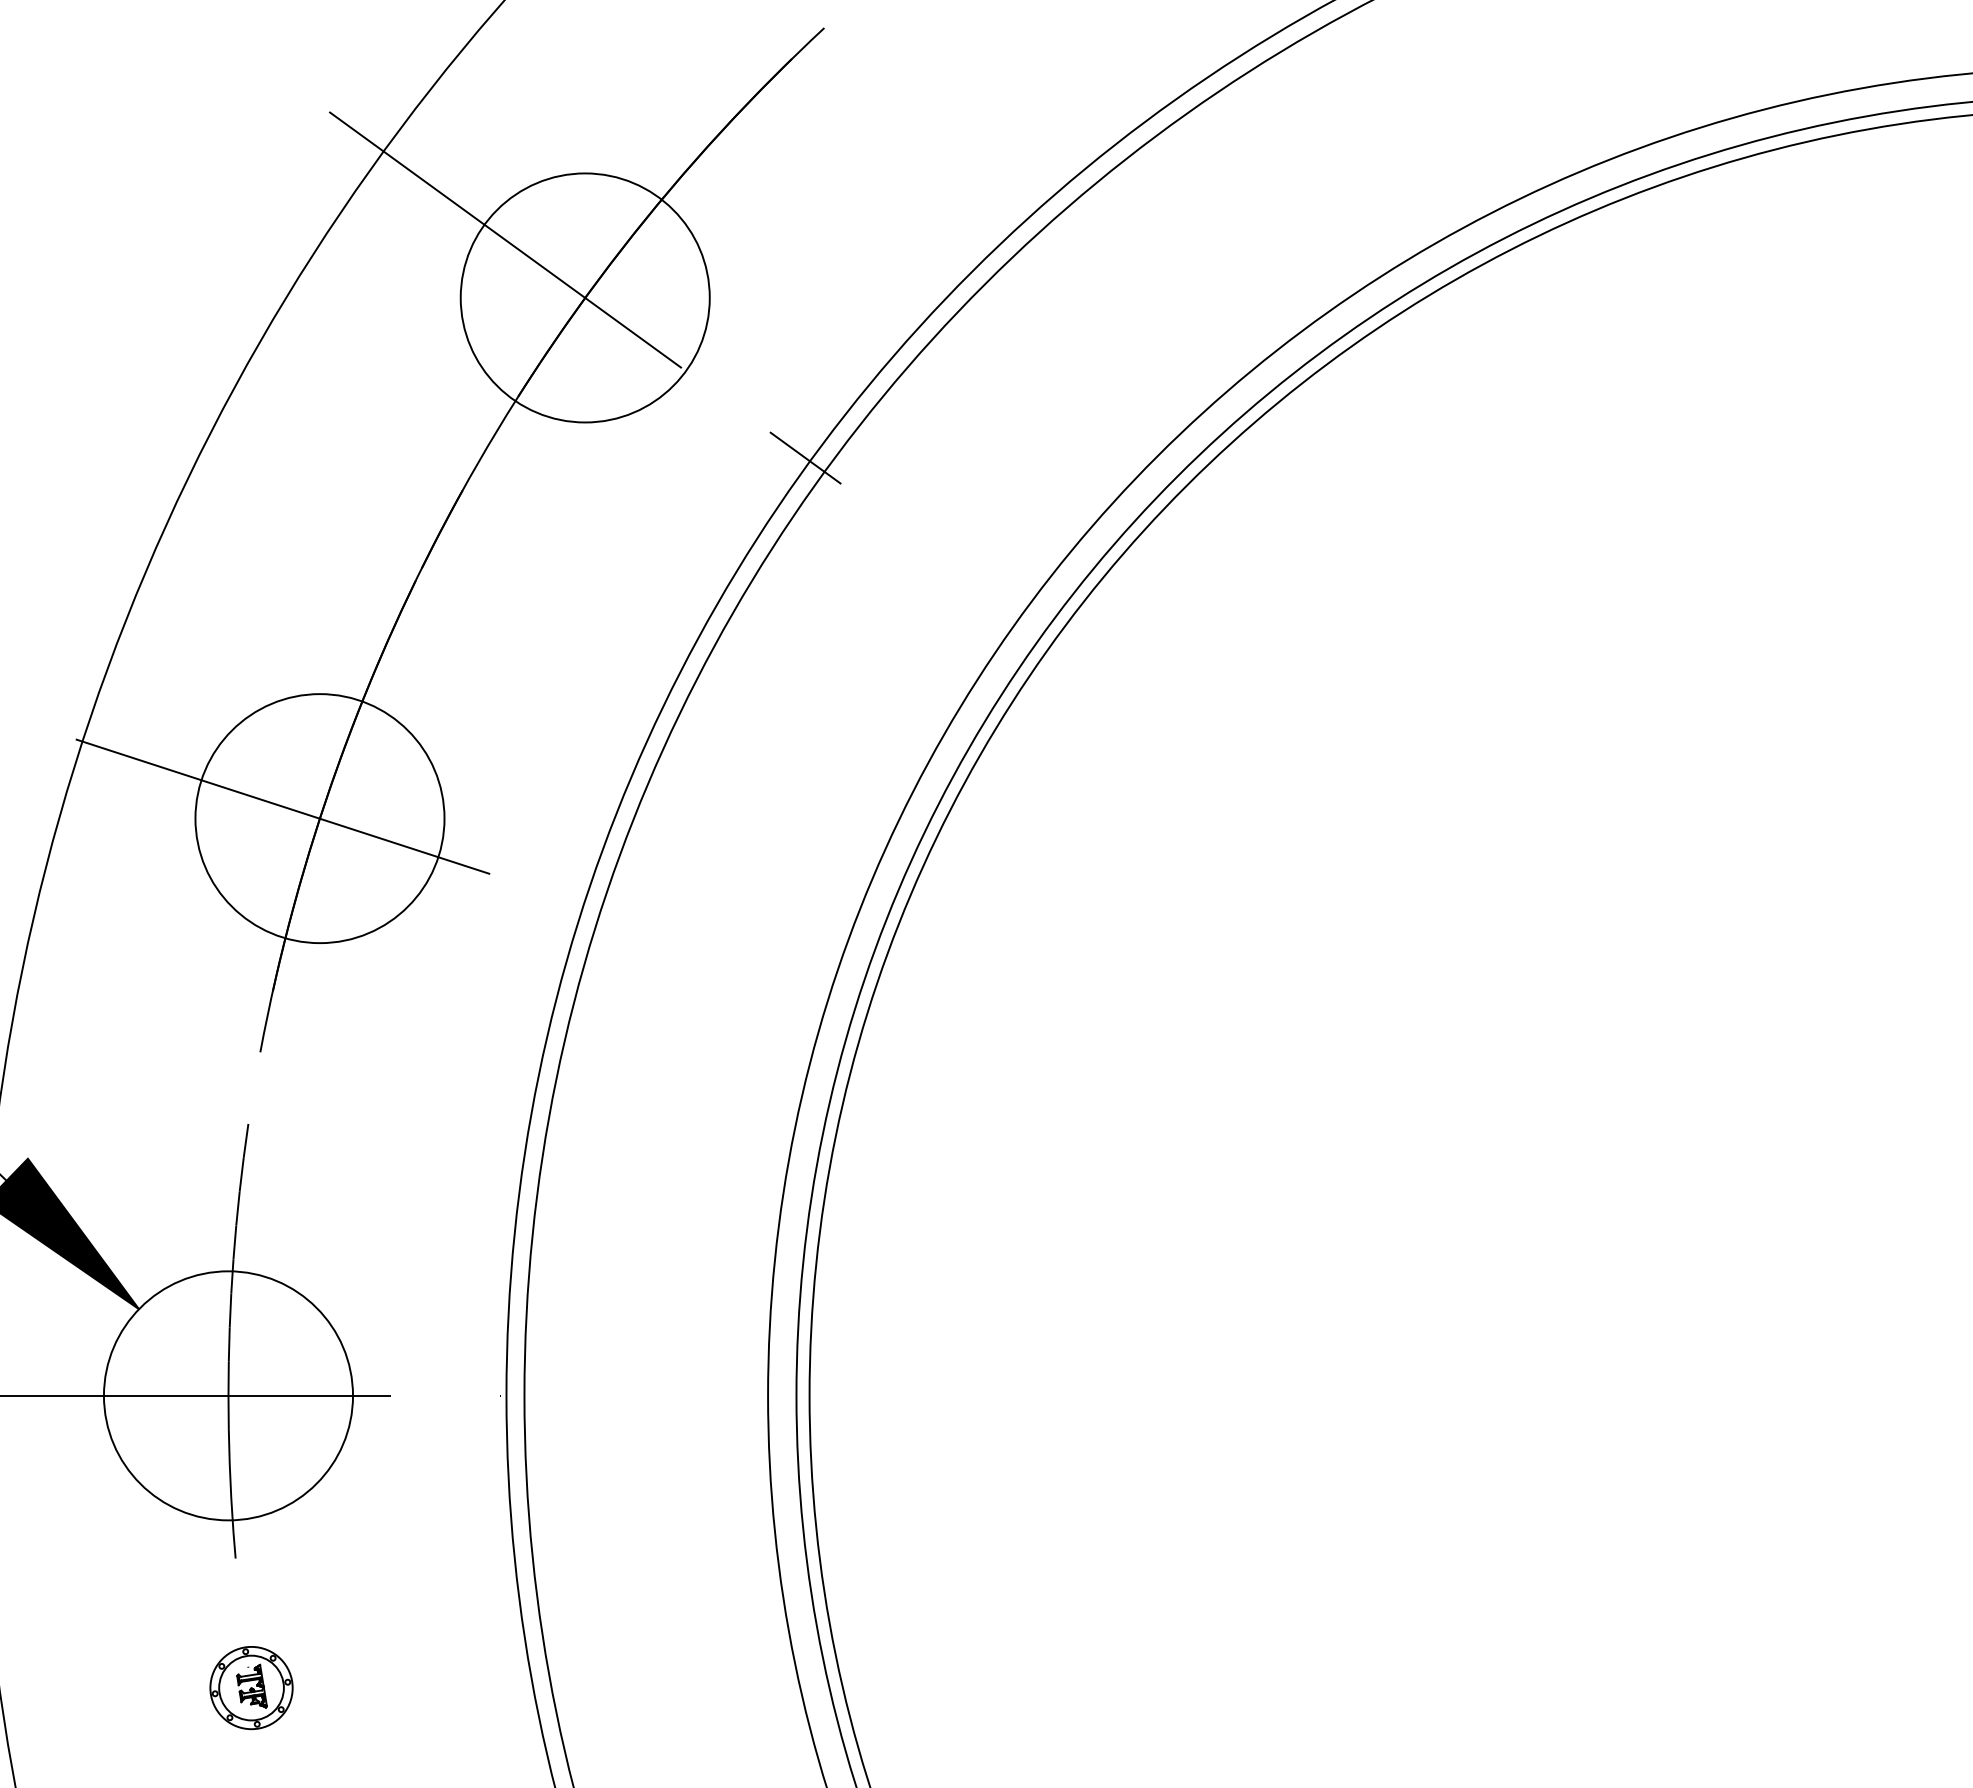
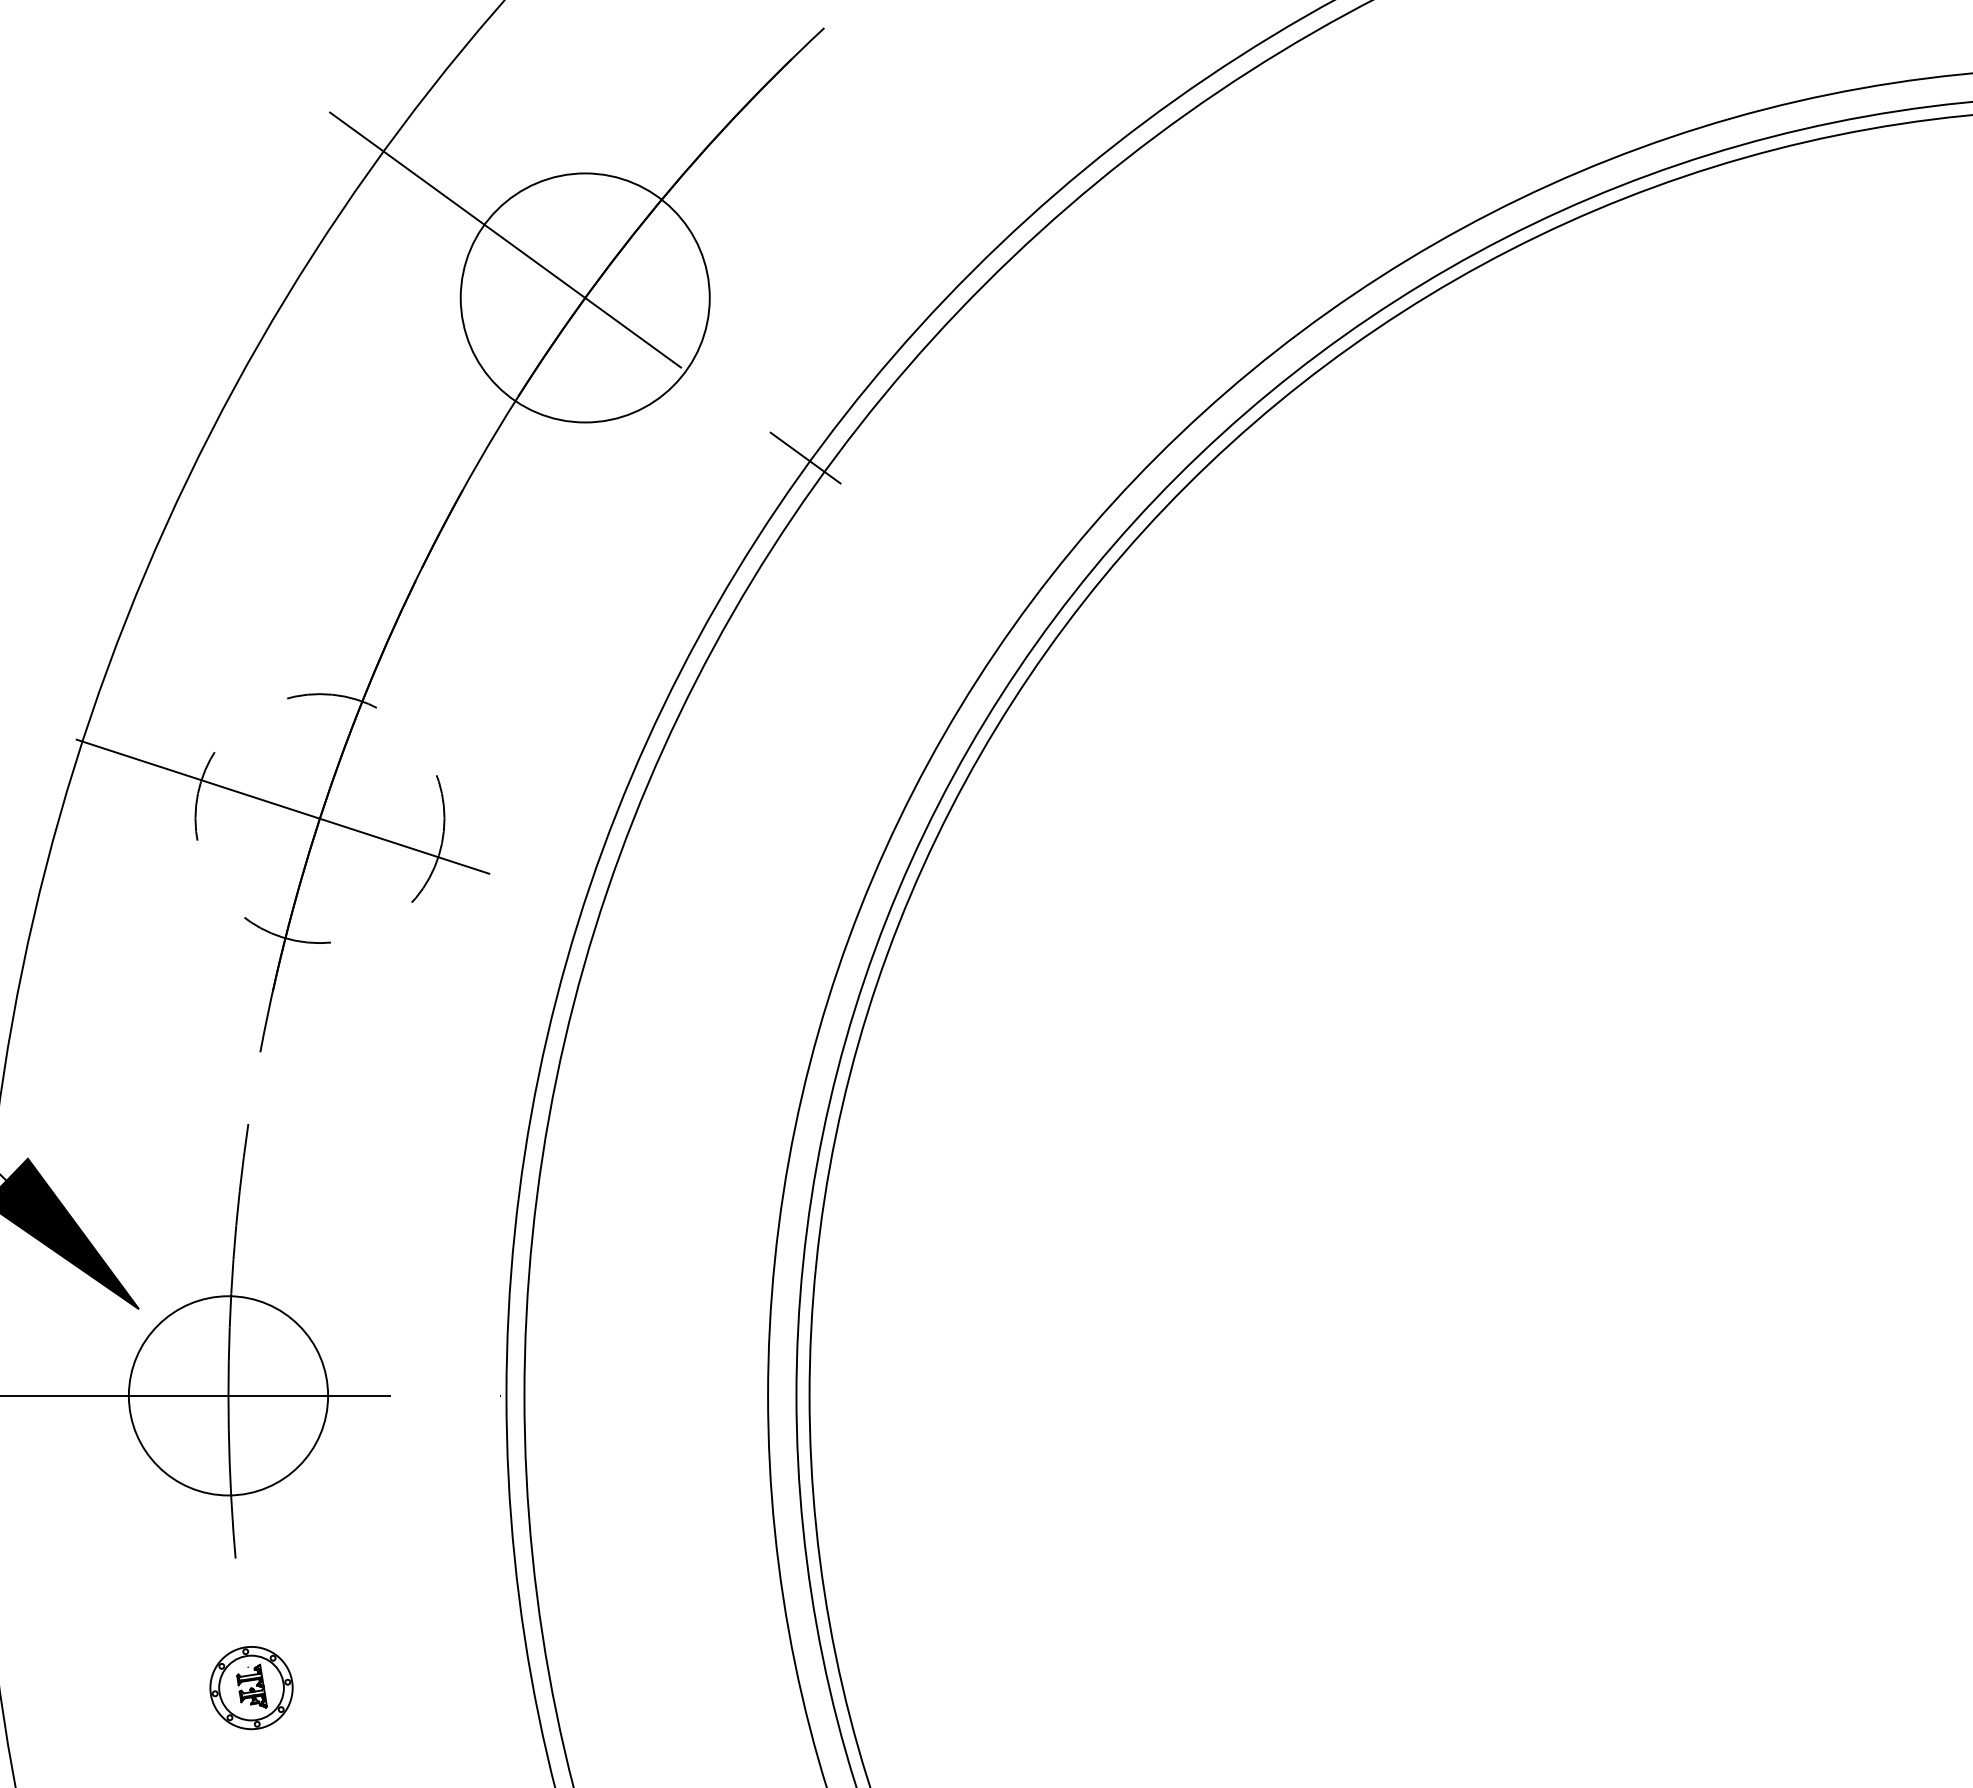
circle at (319, 818): solid -> dashed
circle at (228, 1395) diameter: 249 px -> 199 px
